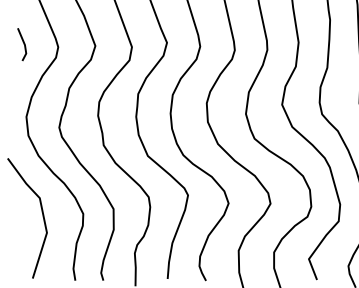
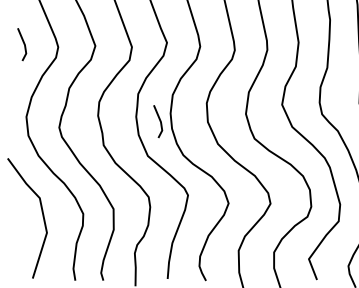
line at (159, 121): none -> present
